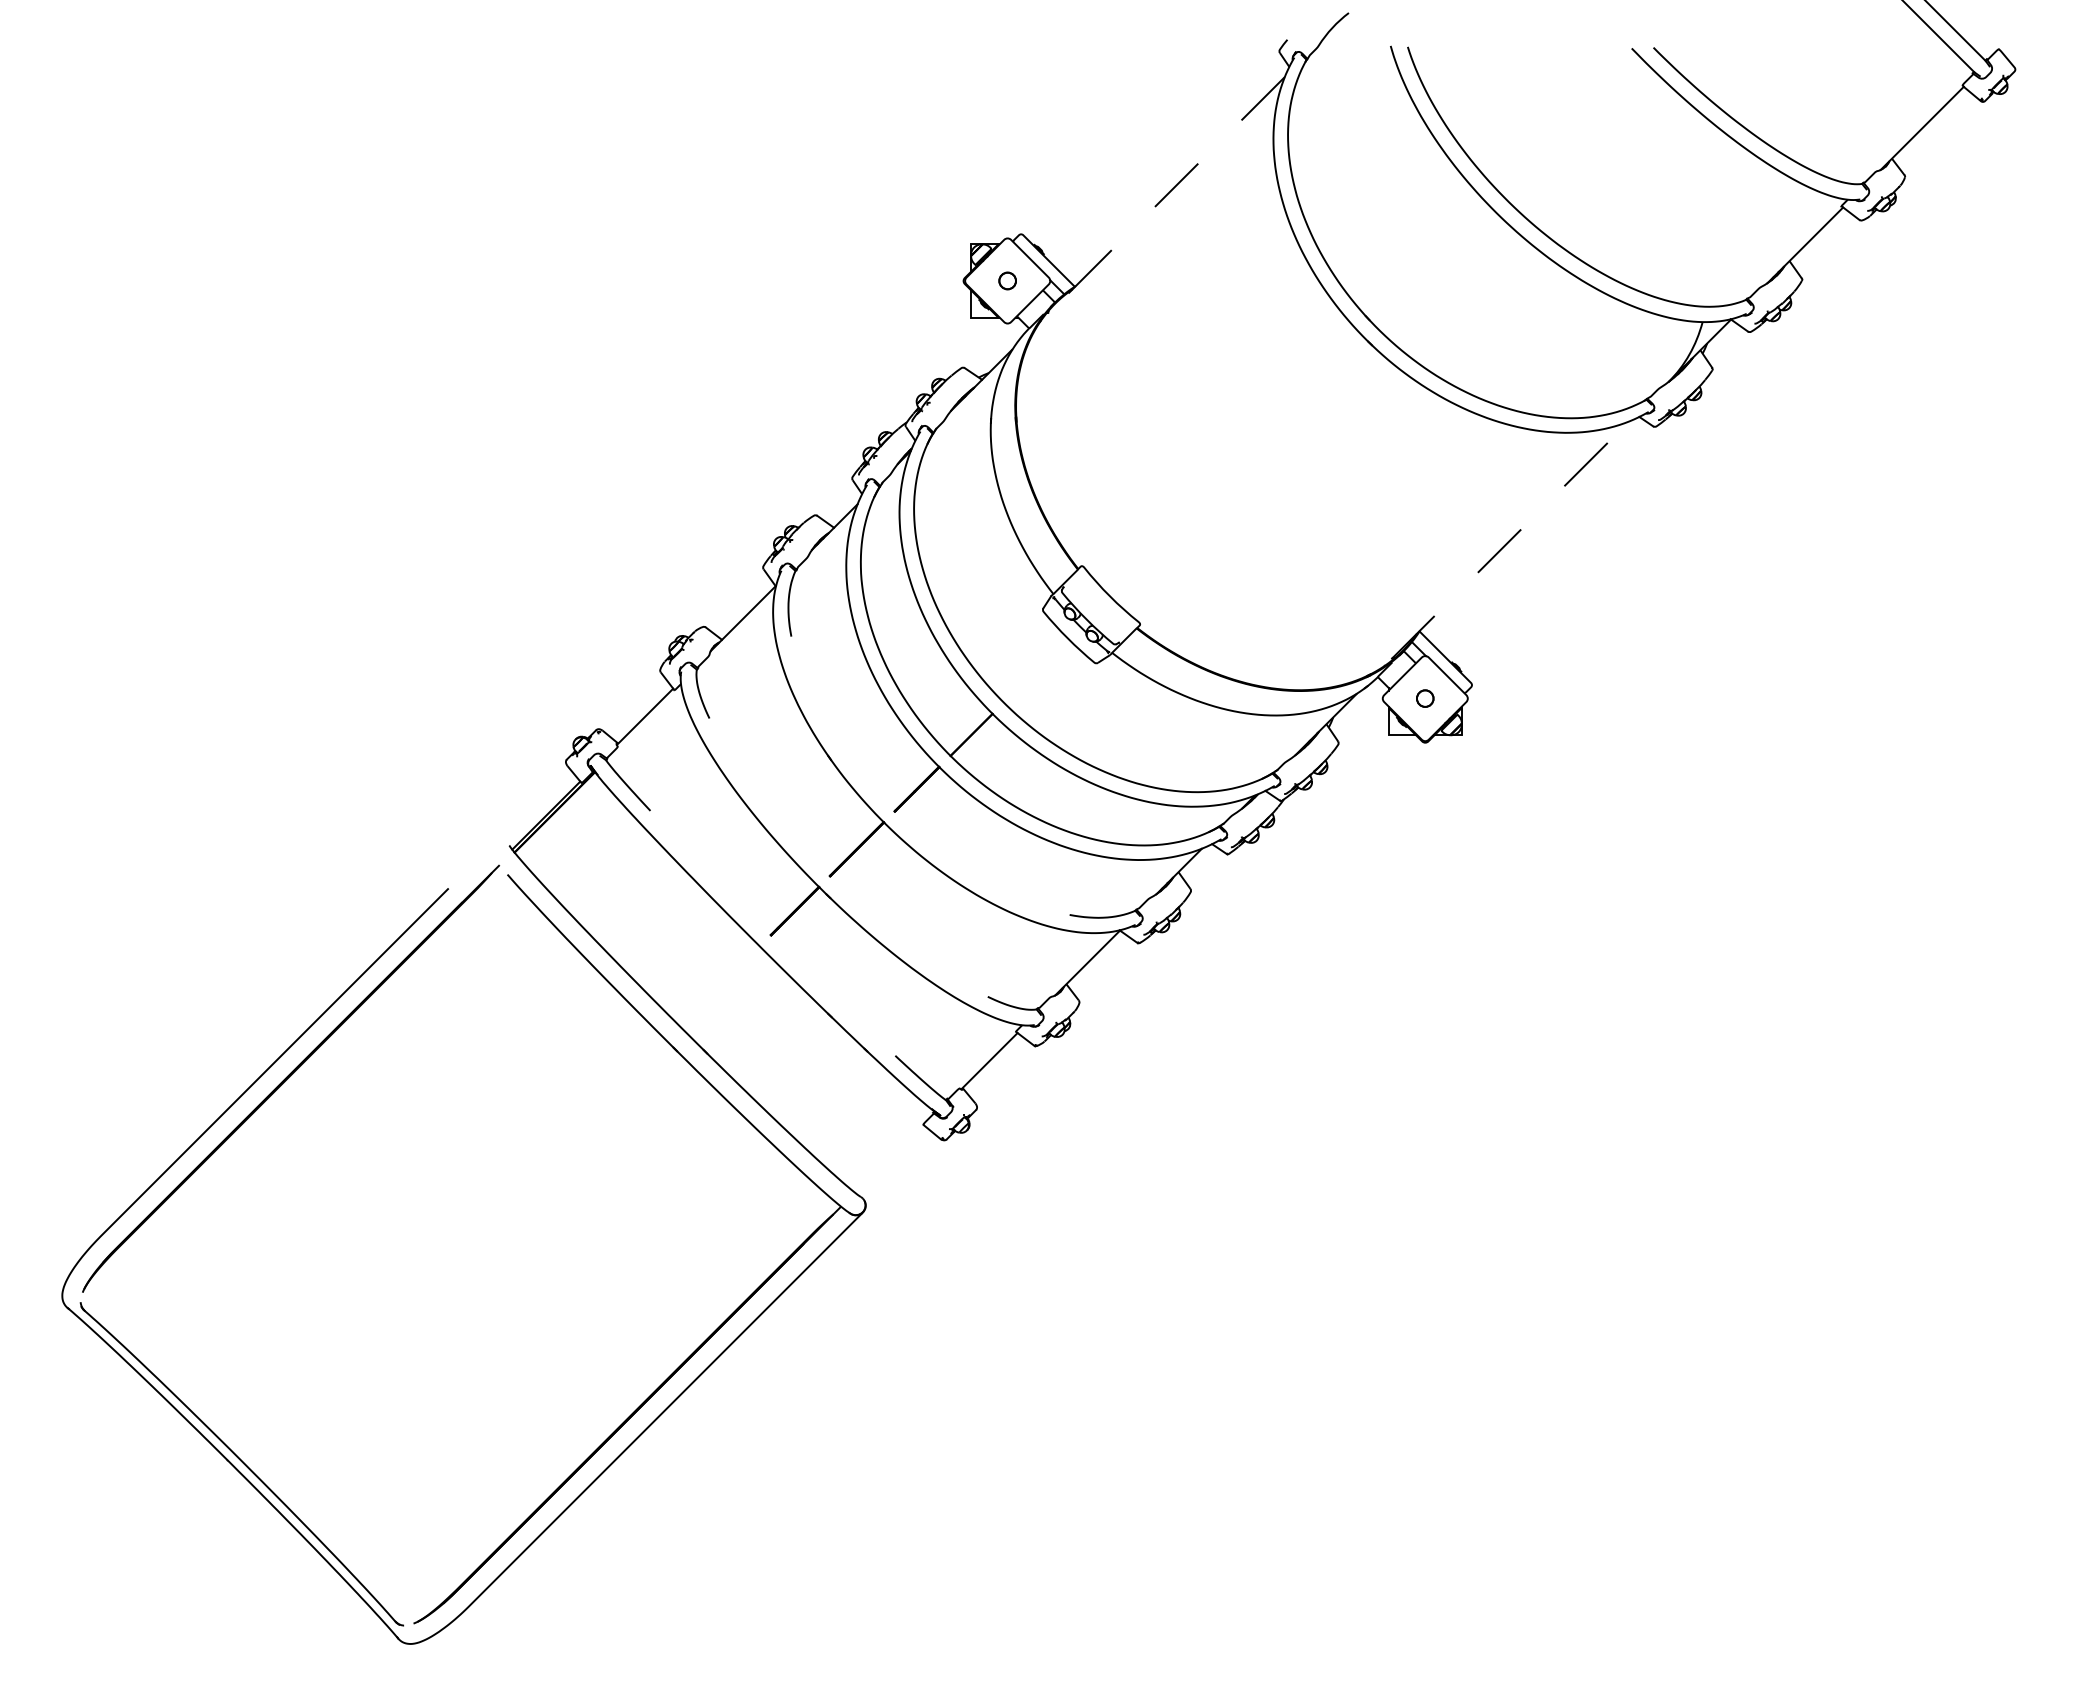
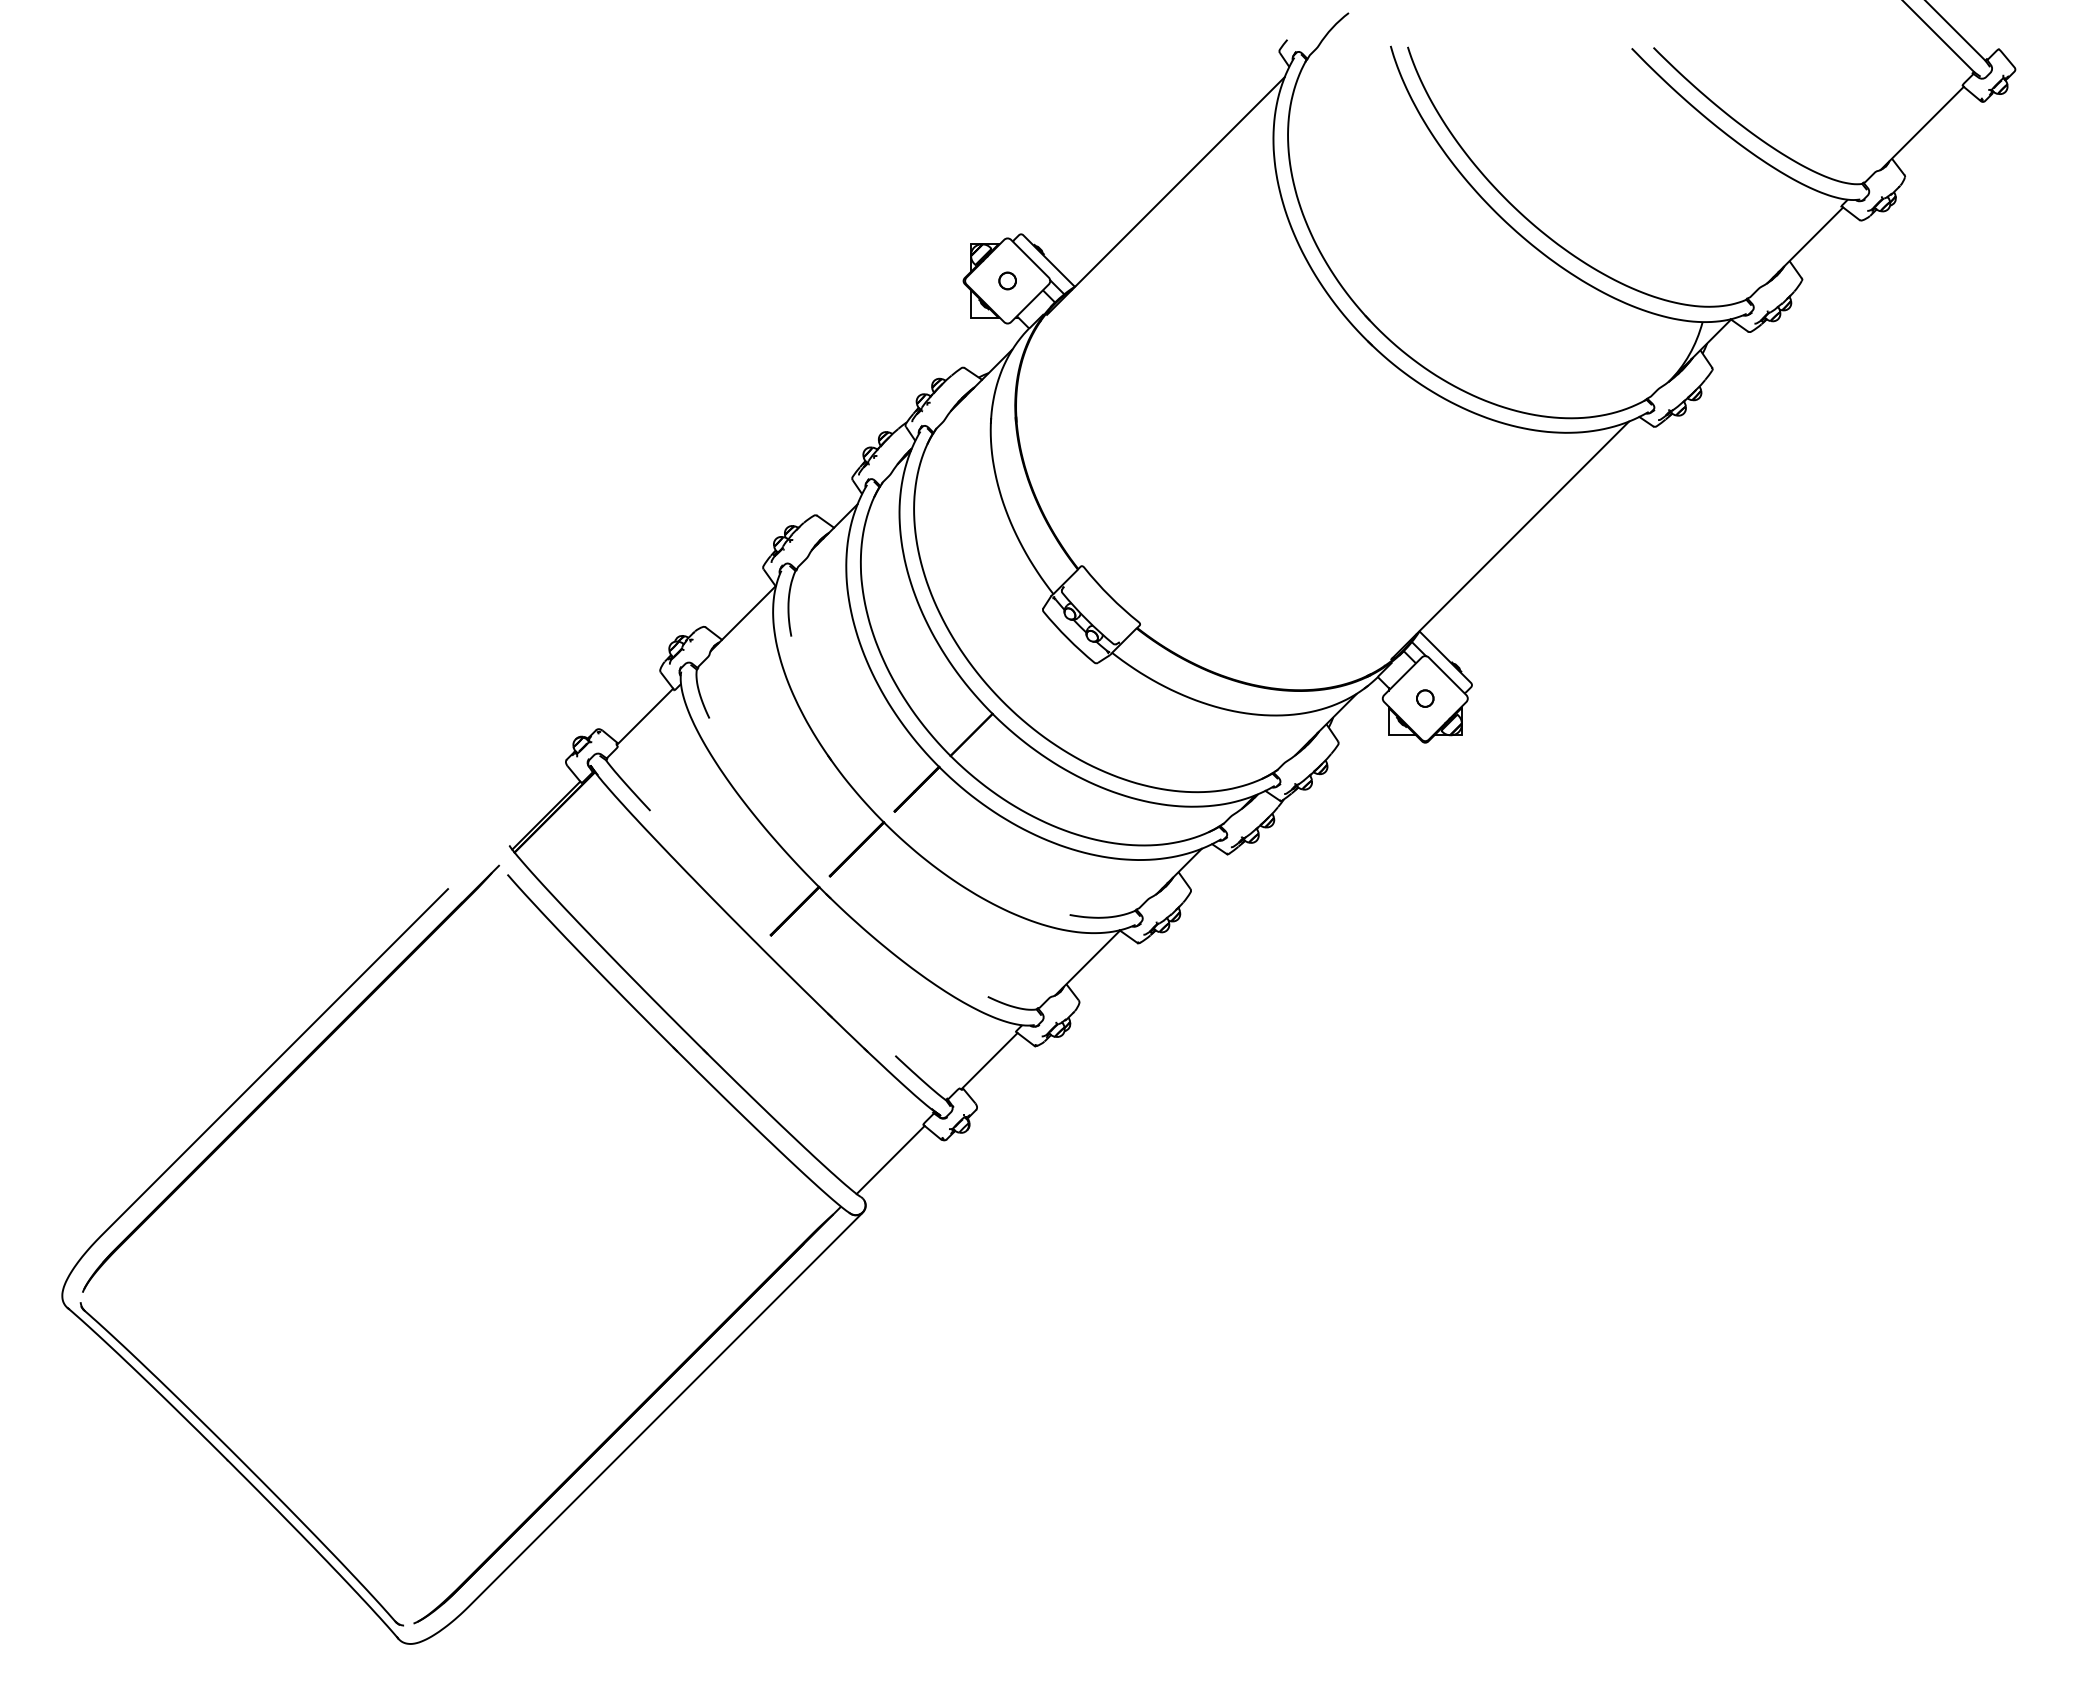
line at (1165, 196): dashed -> solid
line at (1510, 540): dashed -> solid
line at (890, 1159): none -> present
